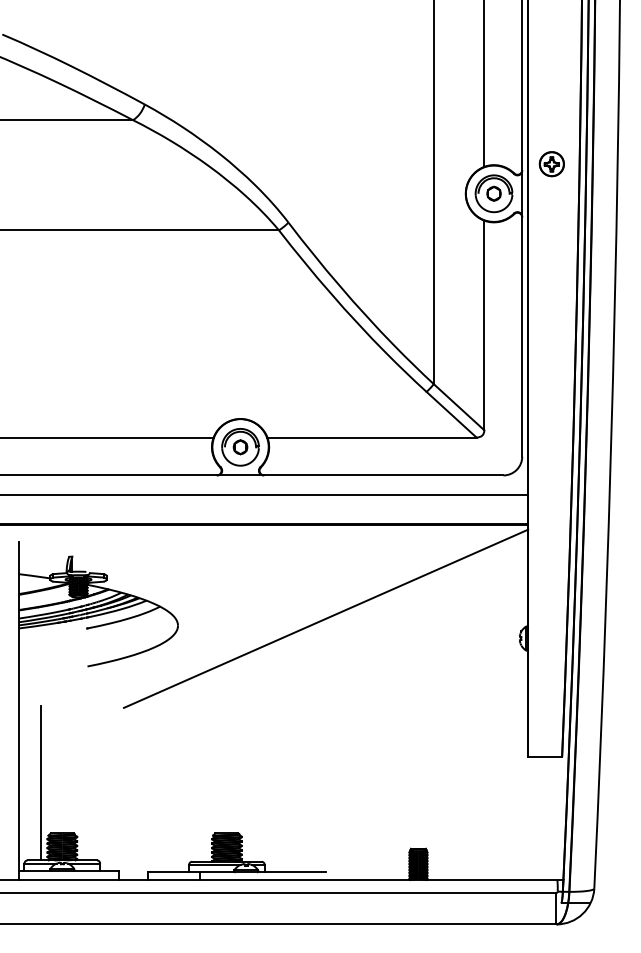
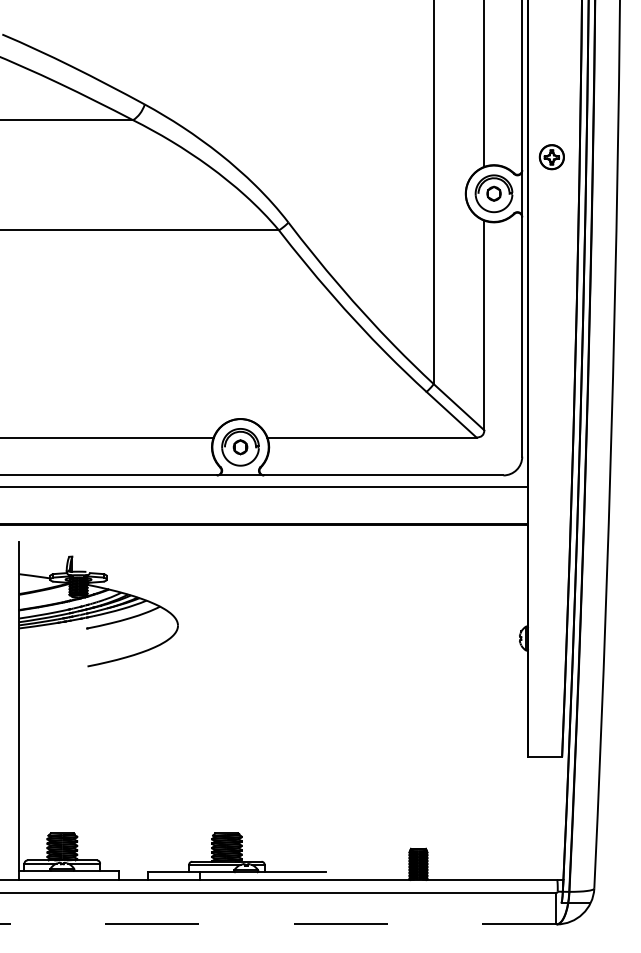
part at (551, 164) position: (551, 164) -> (551, 157)
line at (265, 494) position: (265, 494) -> (265, 486)
line at (325, 618): present -> none
line at (41, 783): present -> none
line at (278, 924): solid -> dashed
